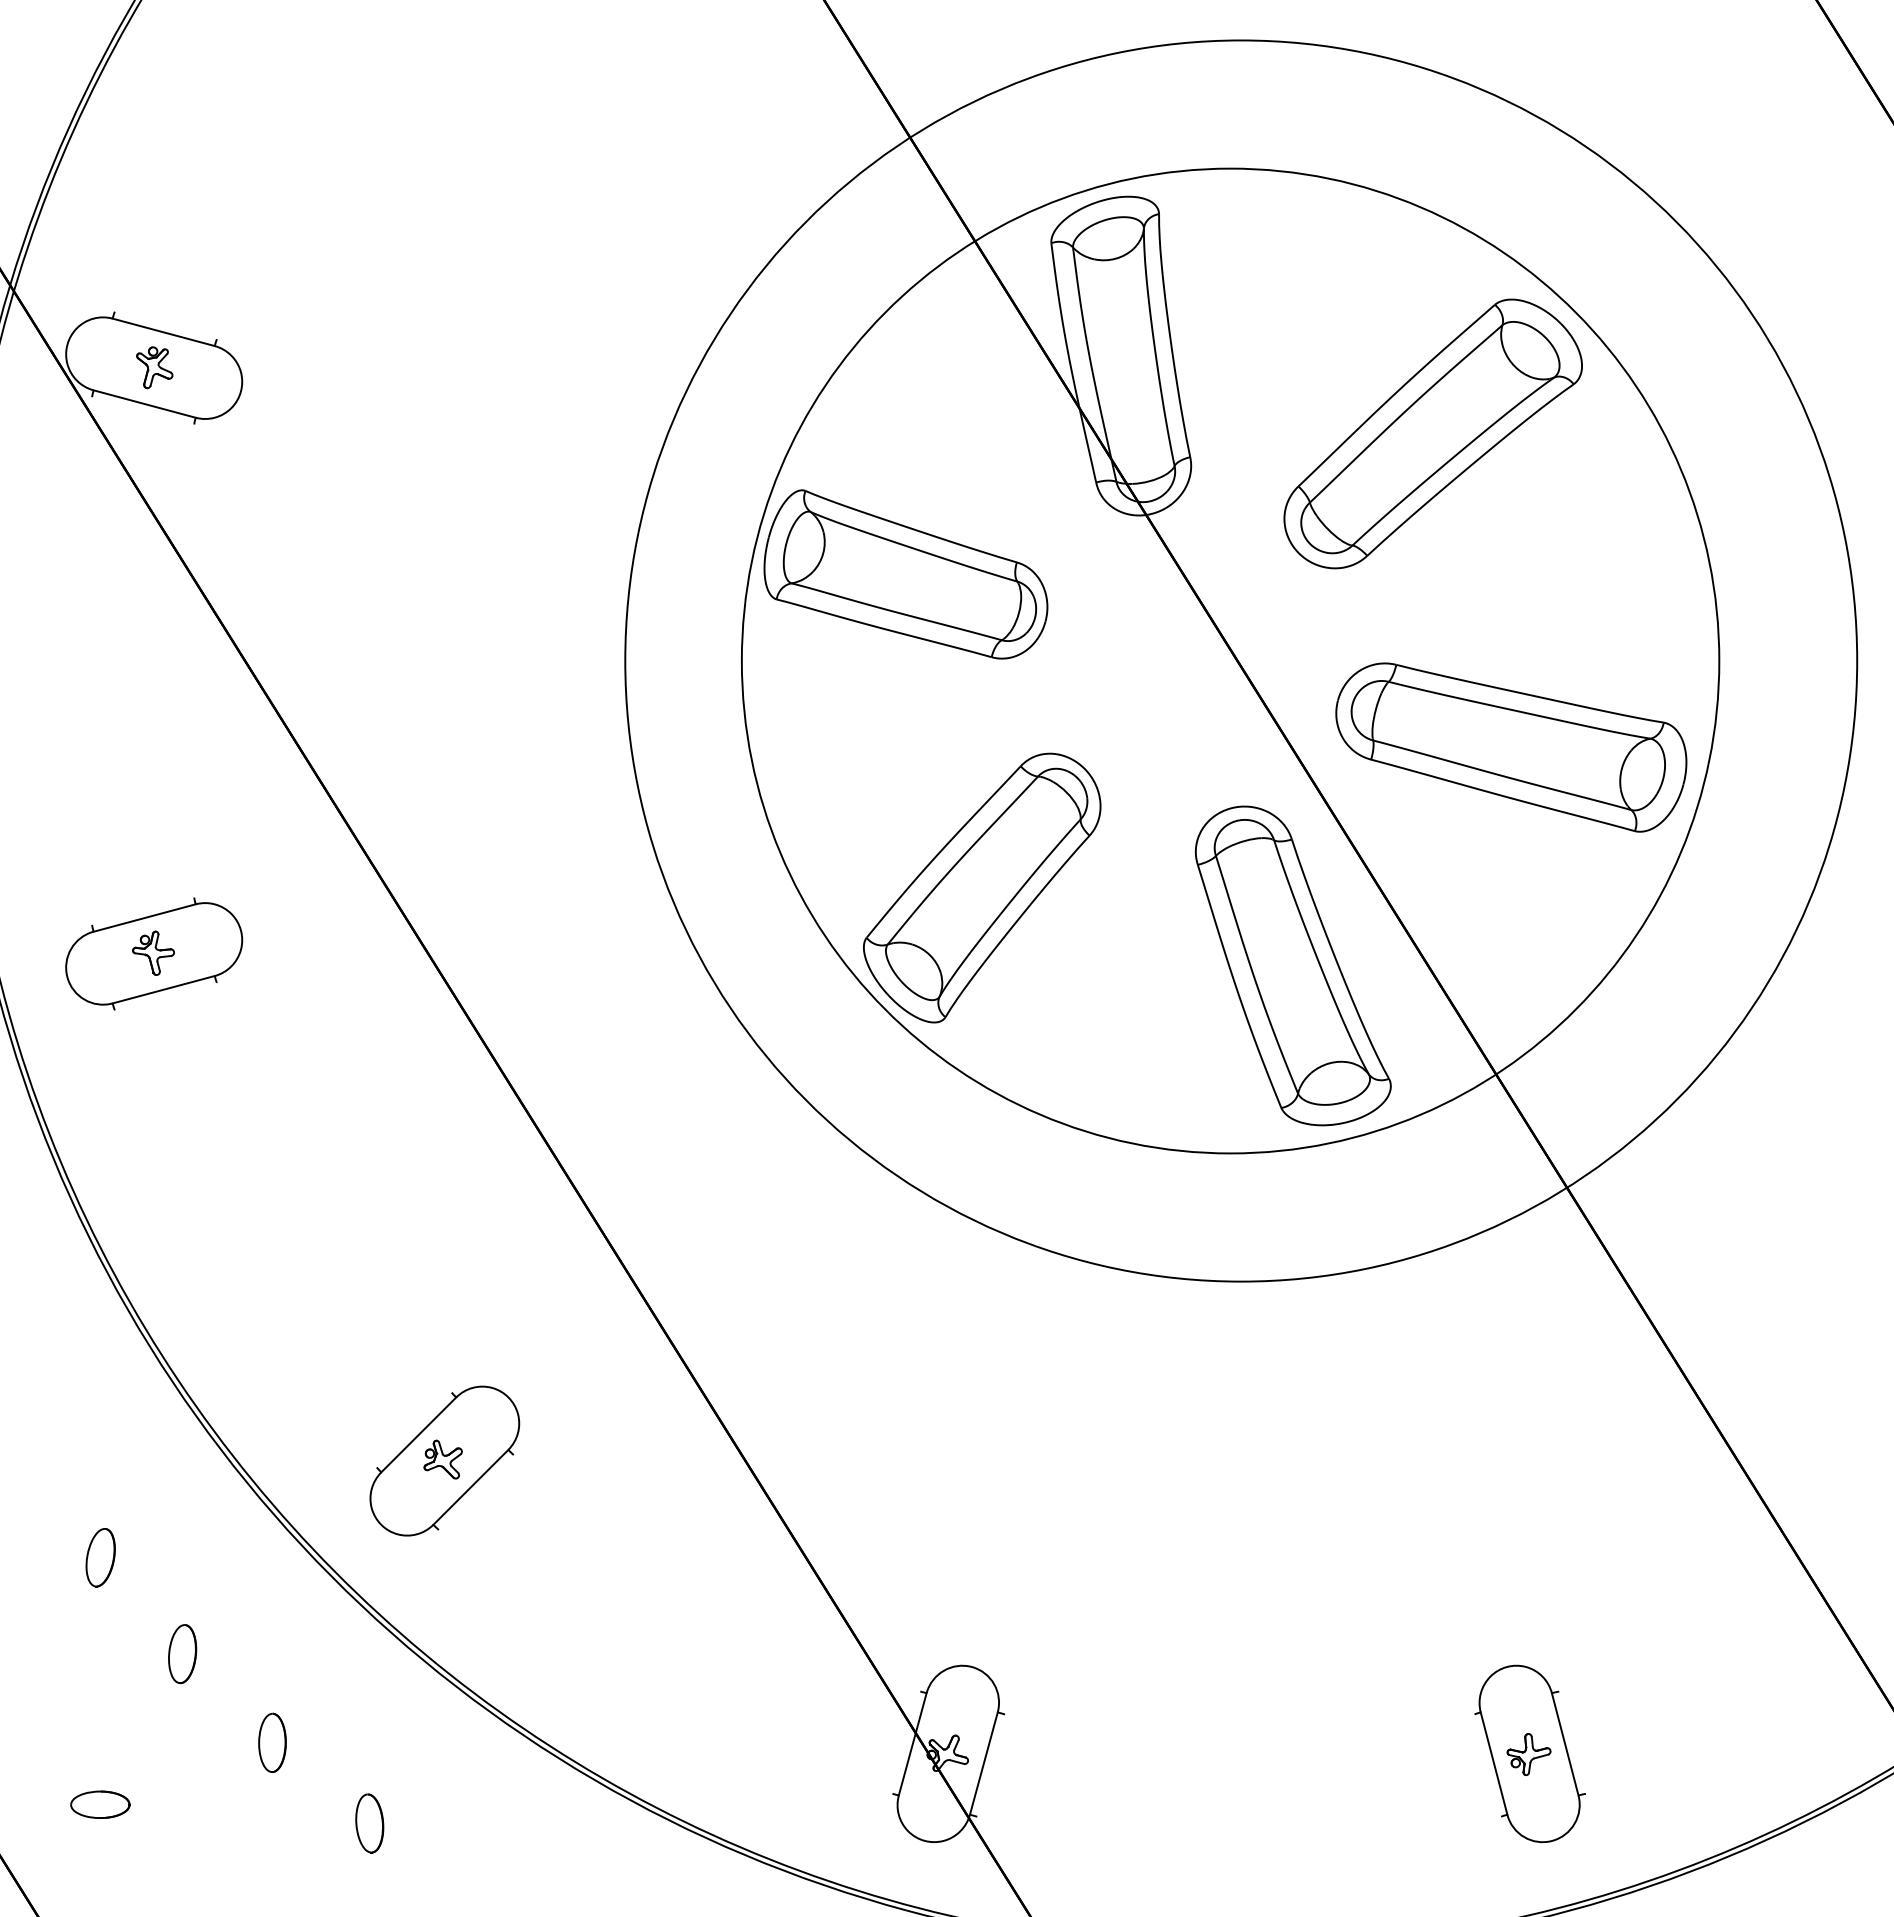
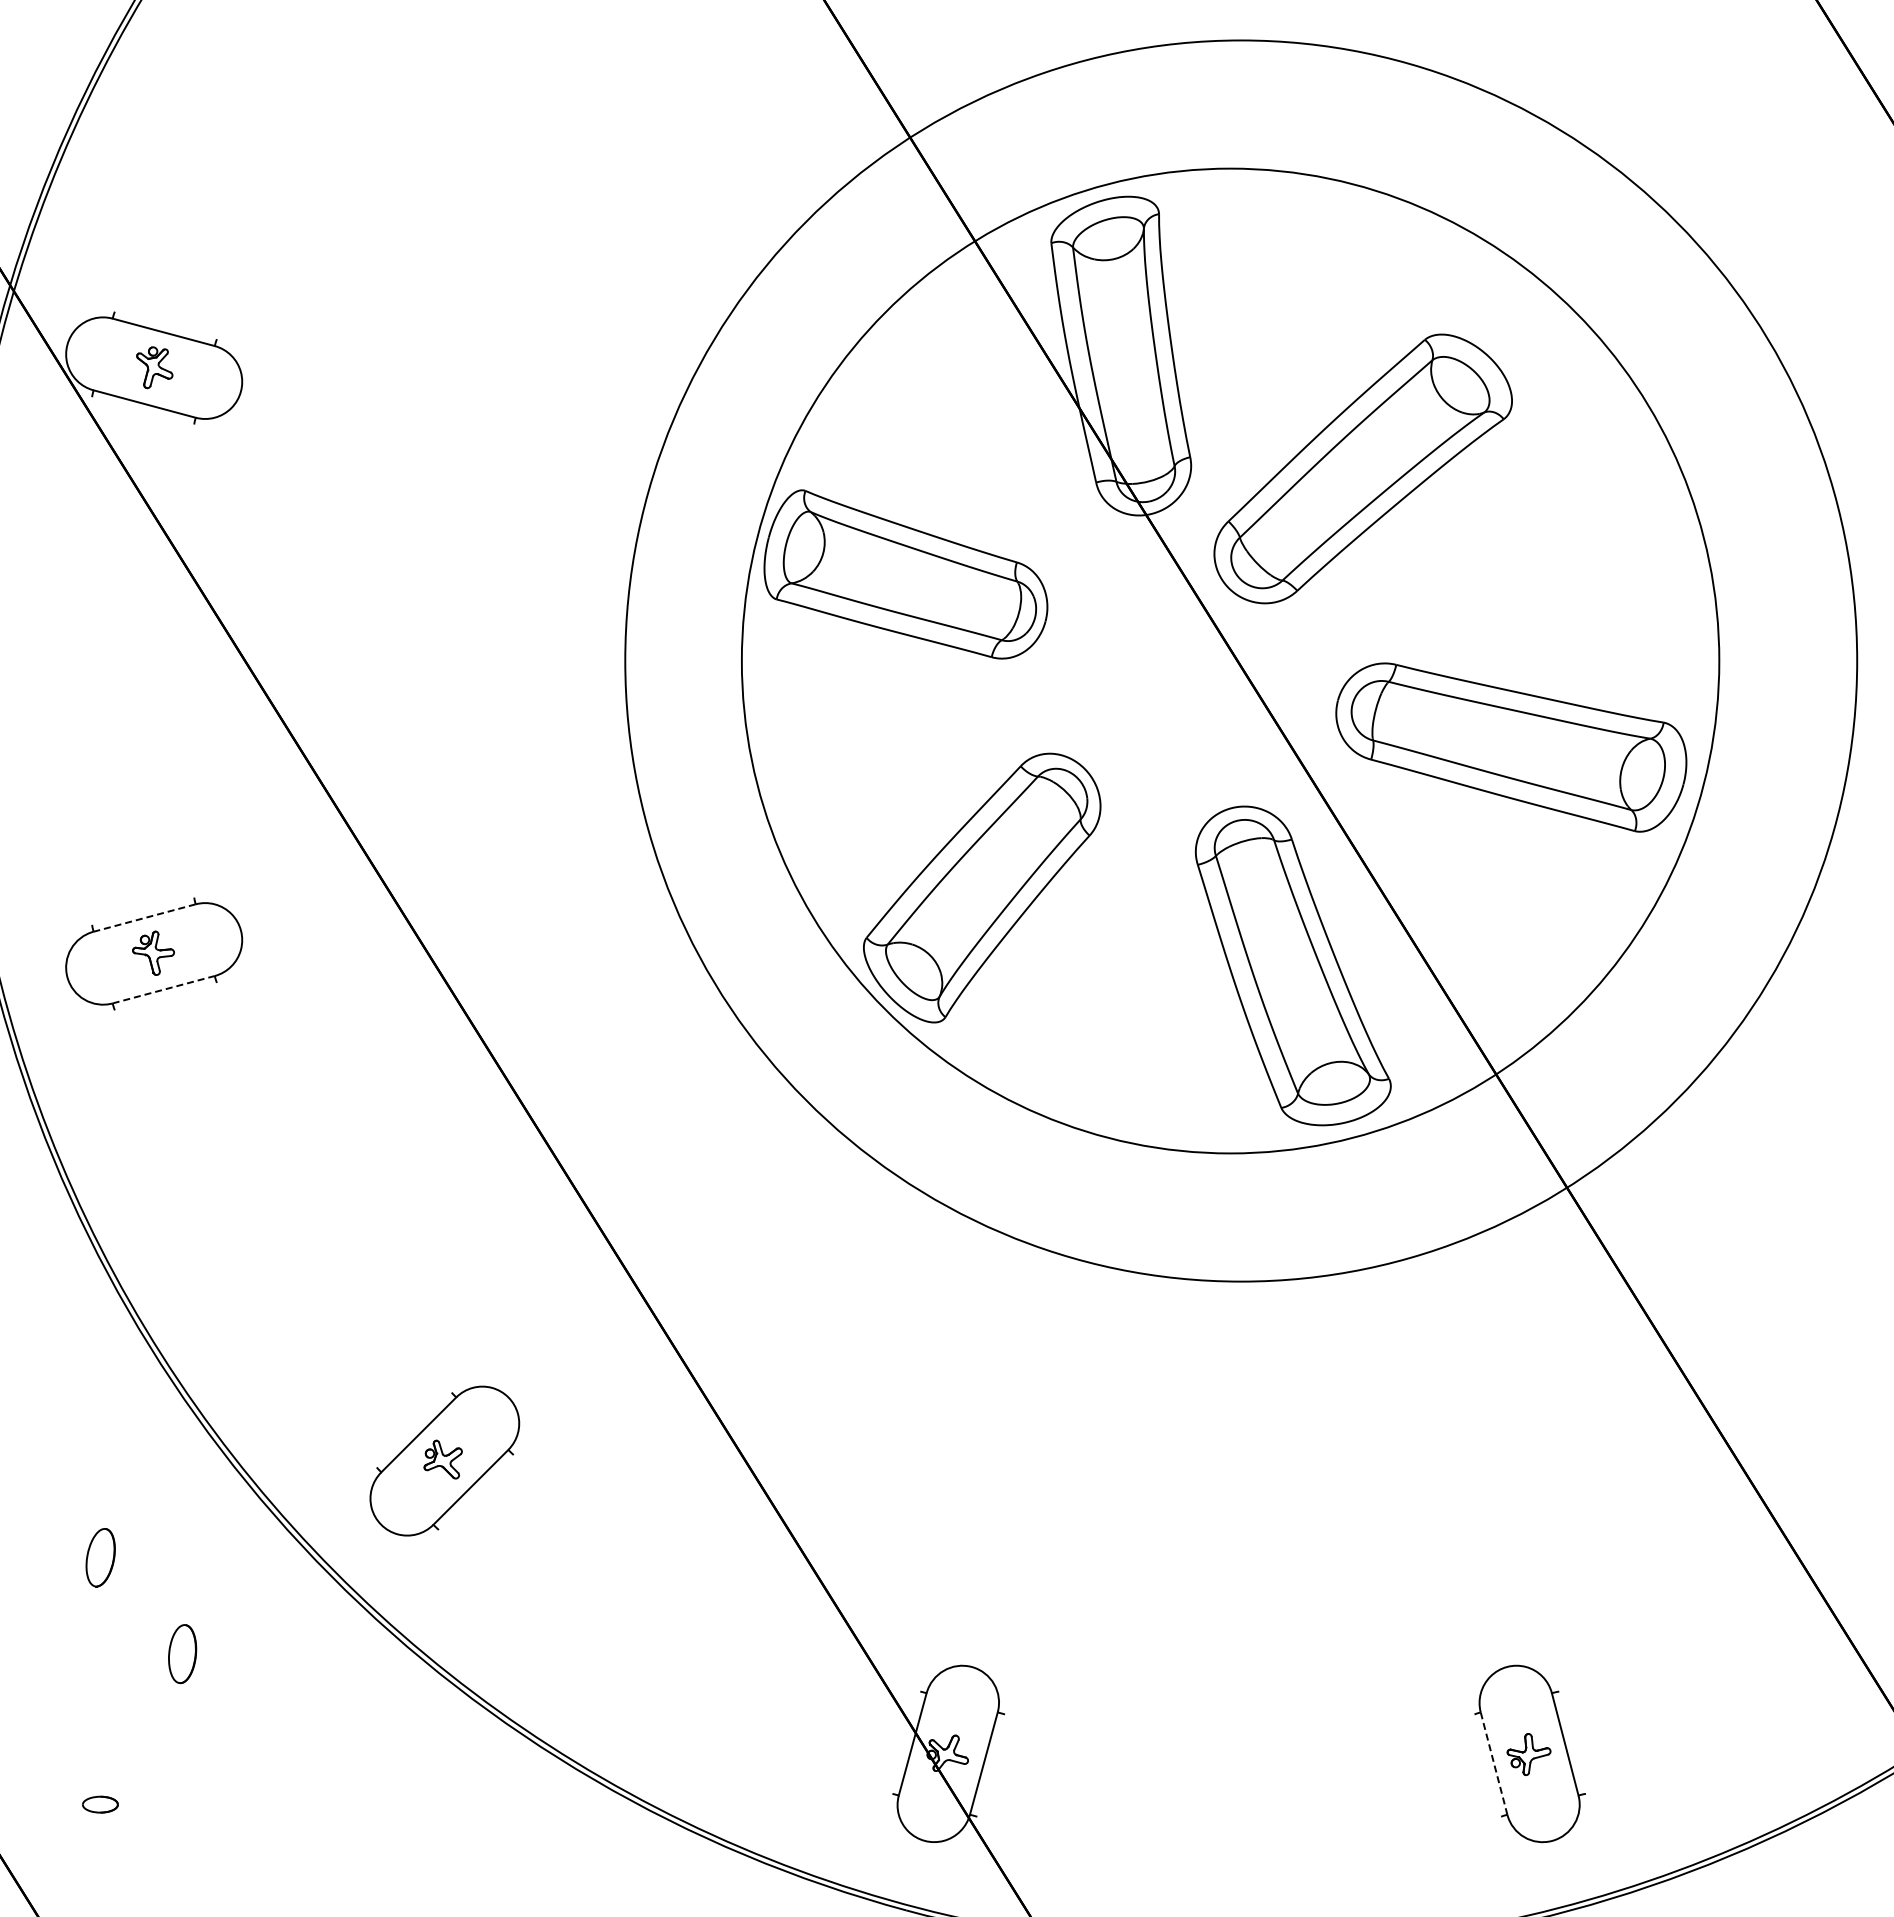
part at (1432, 433) position: (1432, 433) -> (1362, 468)
line at (144, 918): solid -> dashed
line at (163, 989): solid -> dashed
part at (272, 1742): present -> none
line at (1494, 1763): solid -> dashed
part at (100, 1804) size: 61x29 px -> 37x19 px
part at (369, 1823): present -> none
